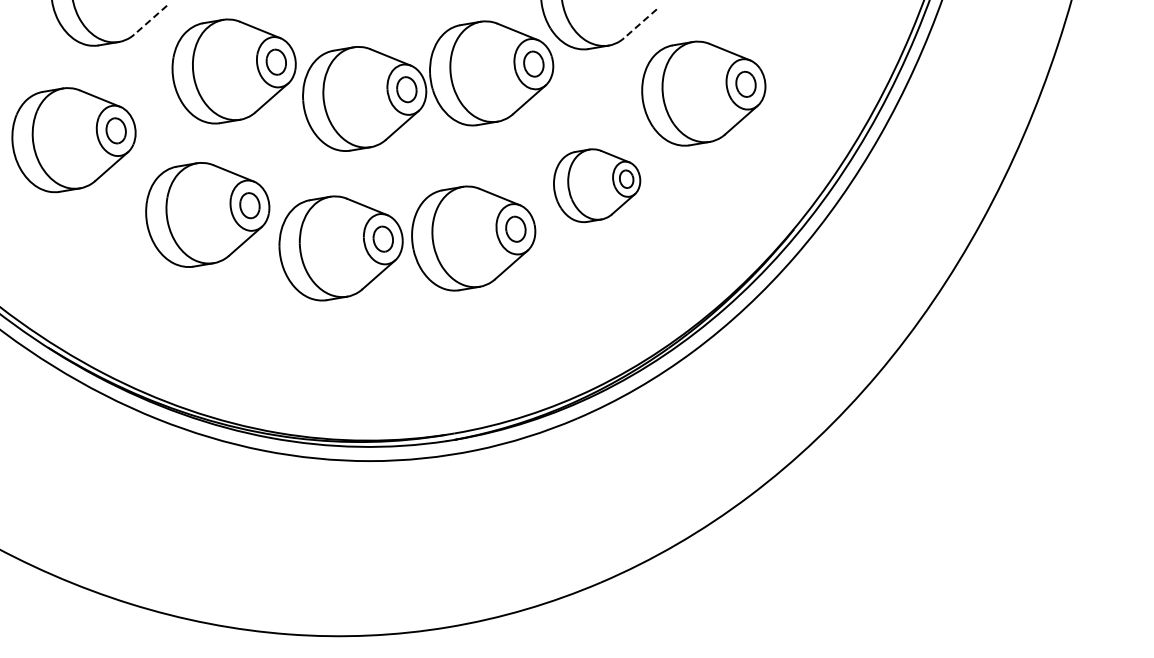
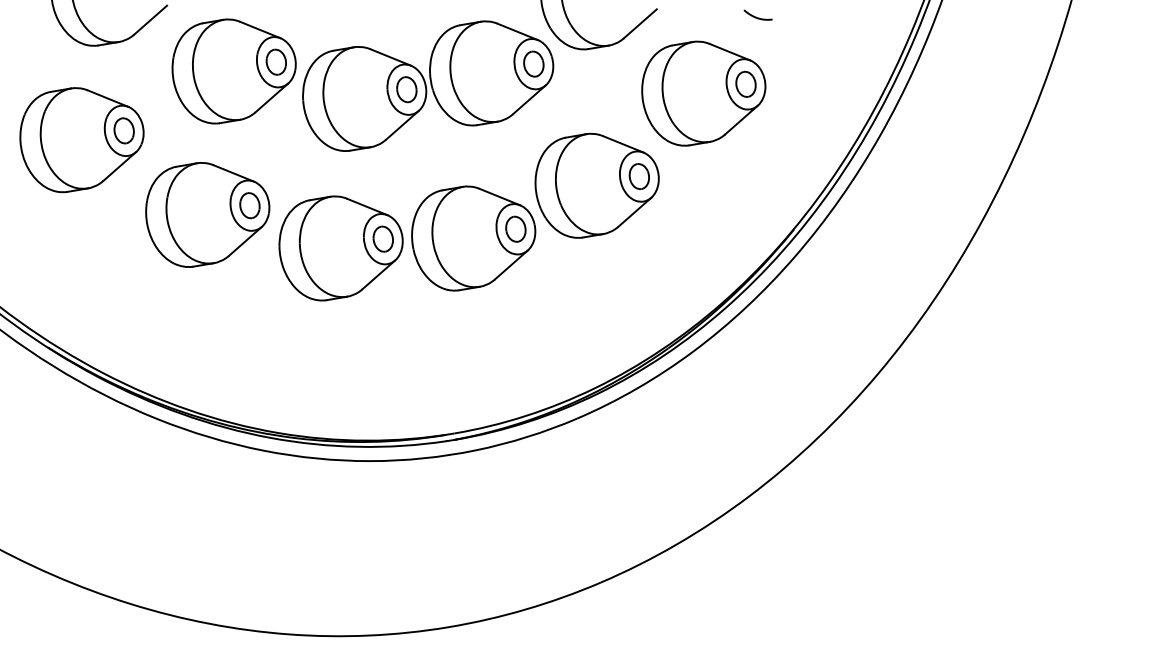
curve at (756, 16): none -> present
line at (150, 20): dashed -> solid
line at (640, 23): dashed -> solid
part at (73, 140) position: (73, 140) -> (81, 140)
part at (597, 185) size: 89x75 px -> 126x107 px
